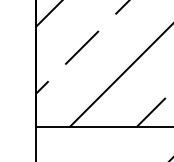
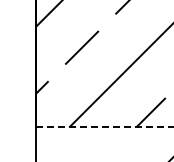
line at (105, 127): solid -> dashed
